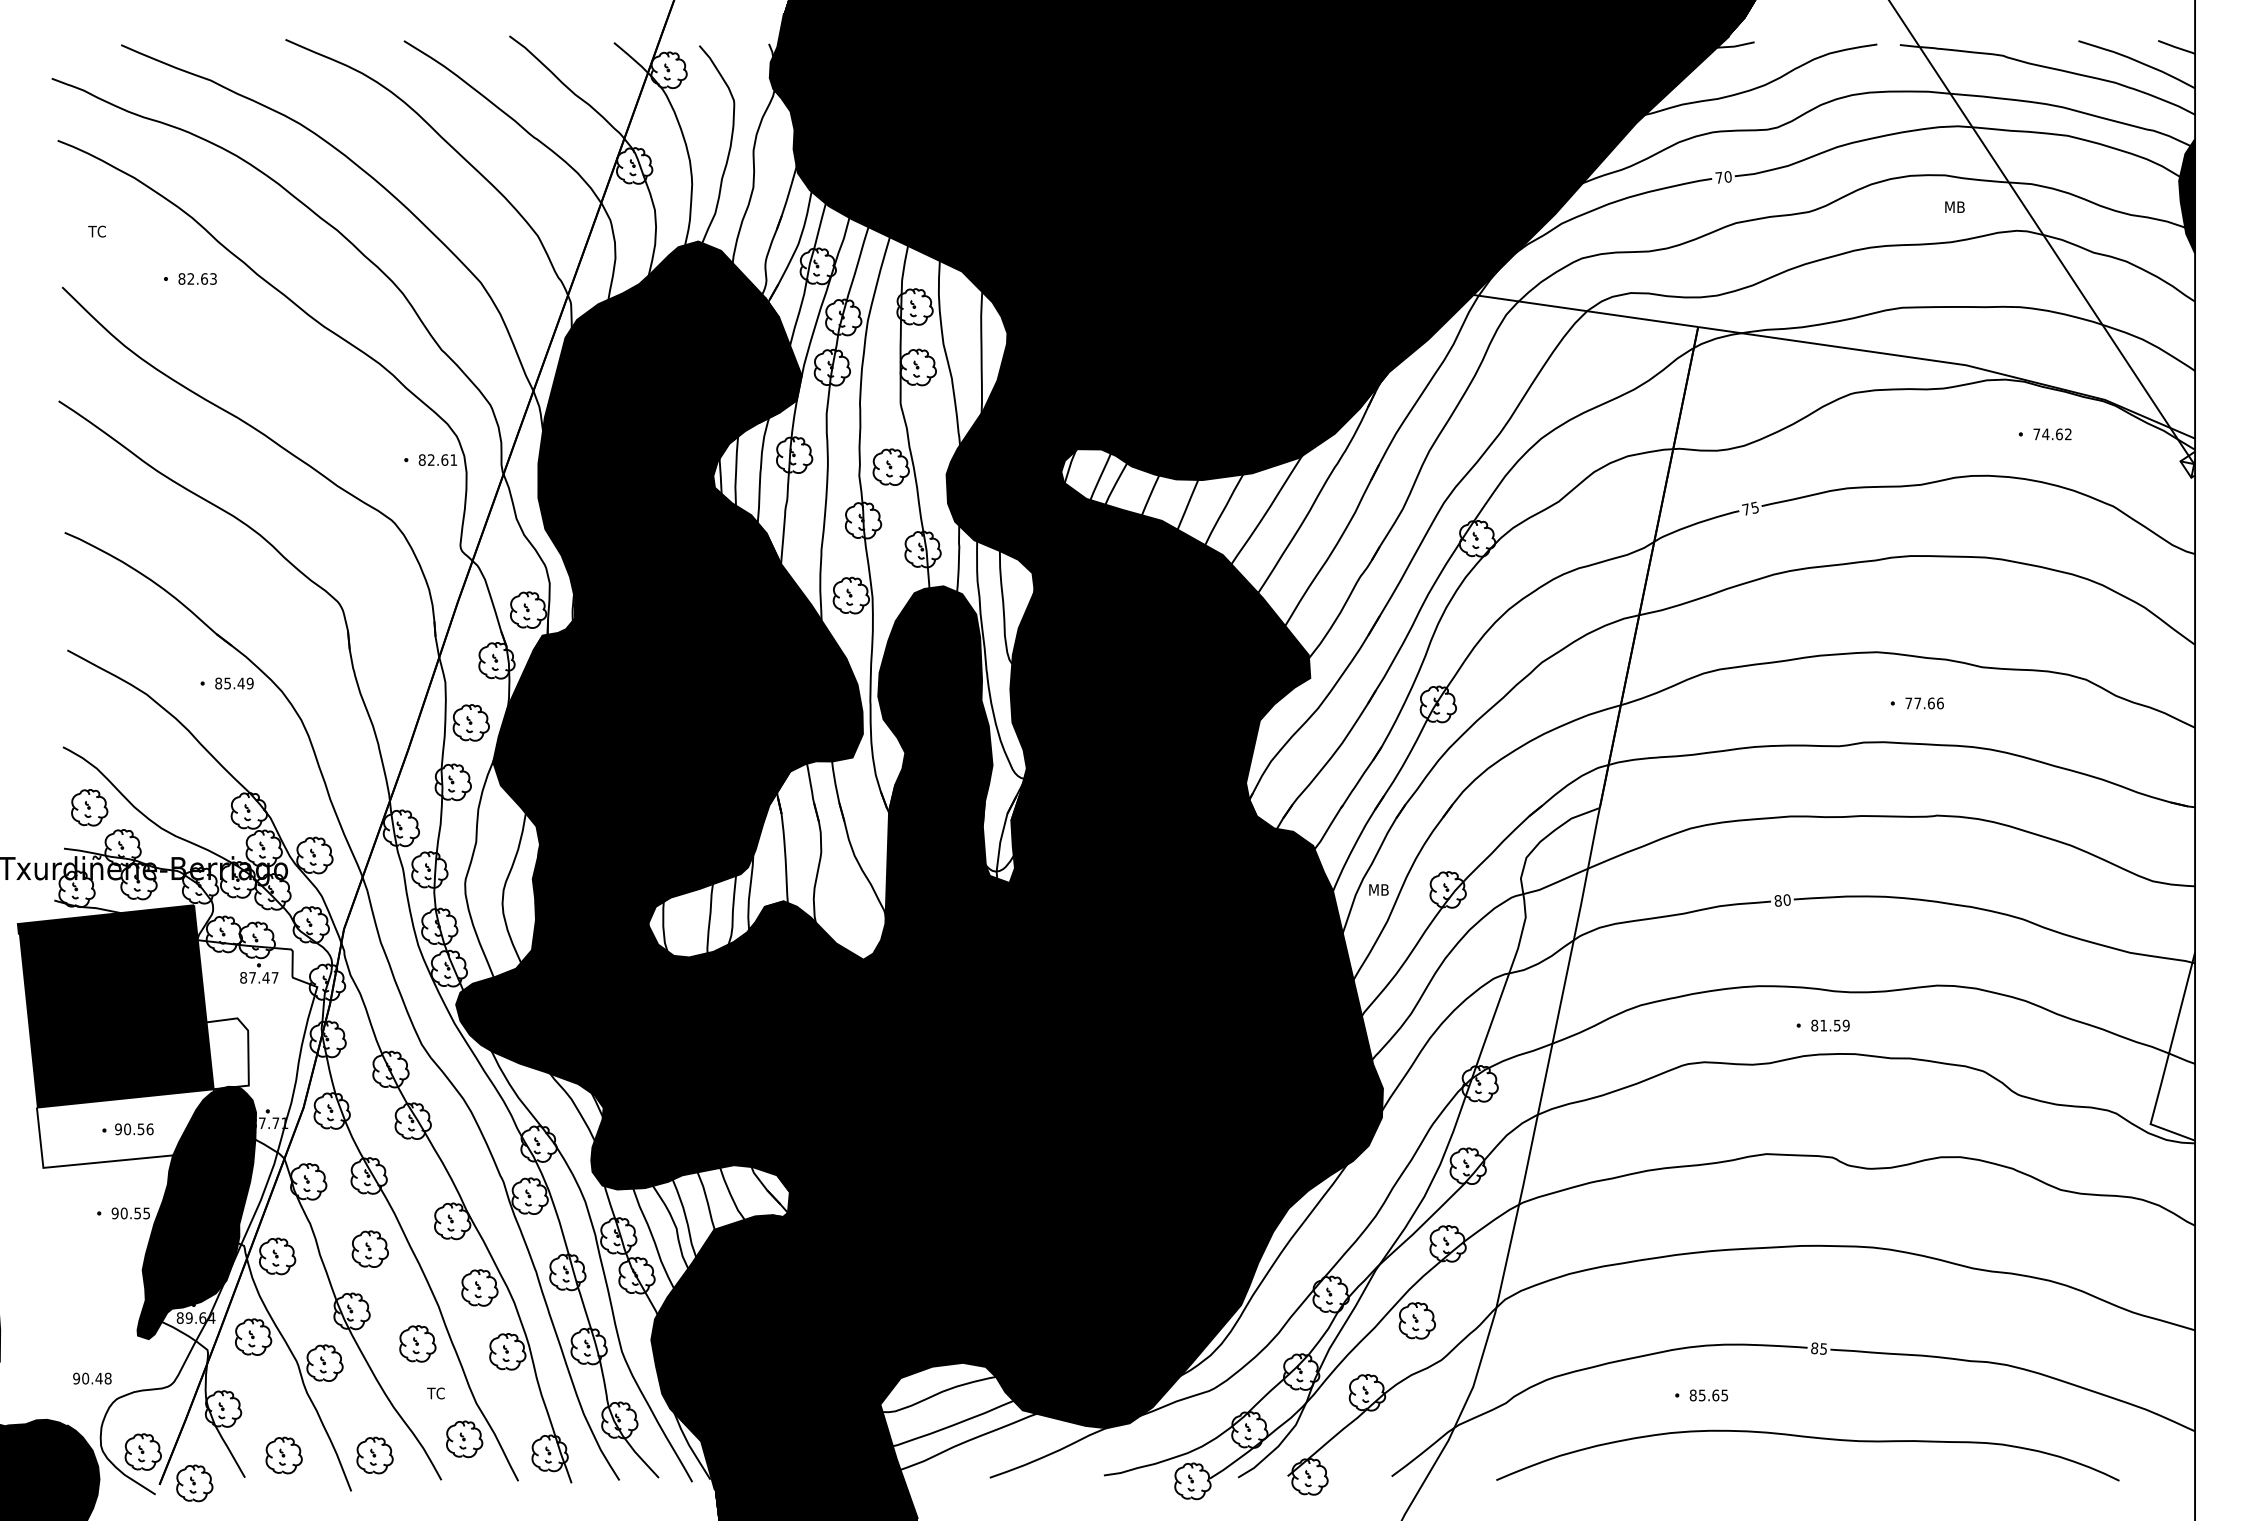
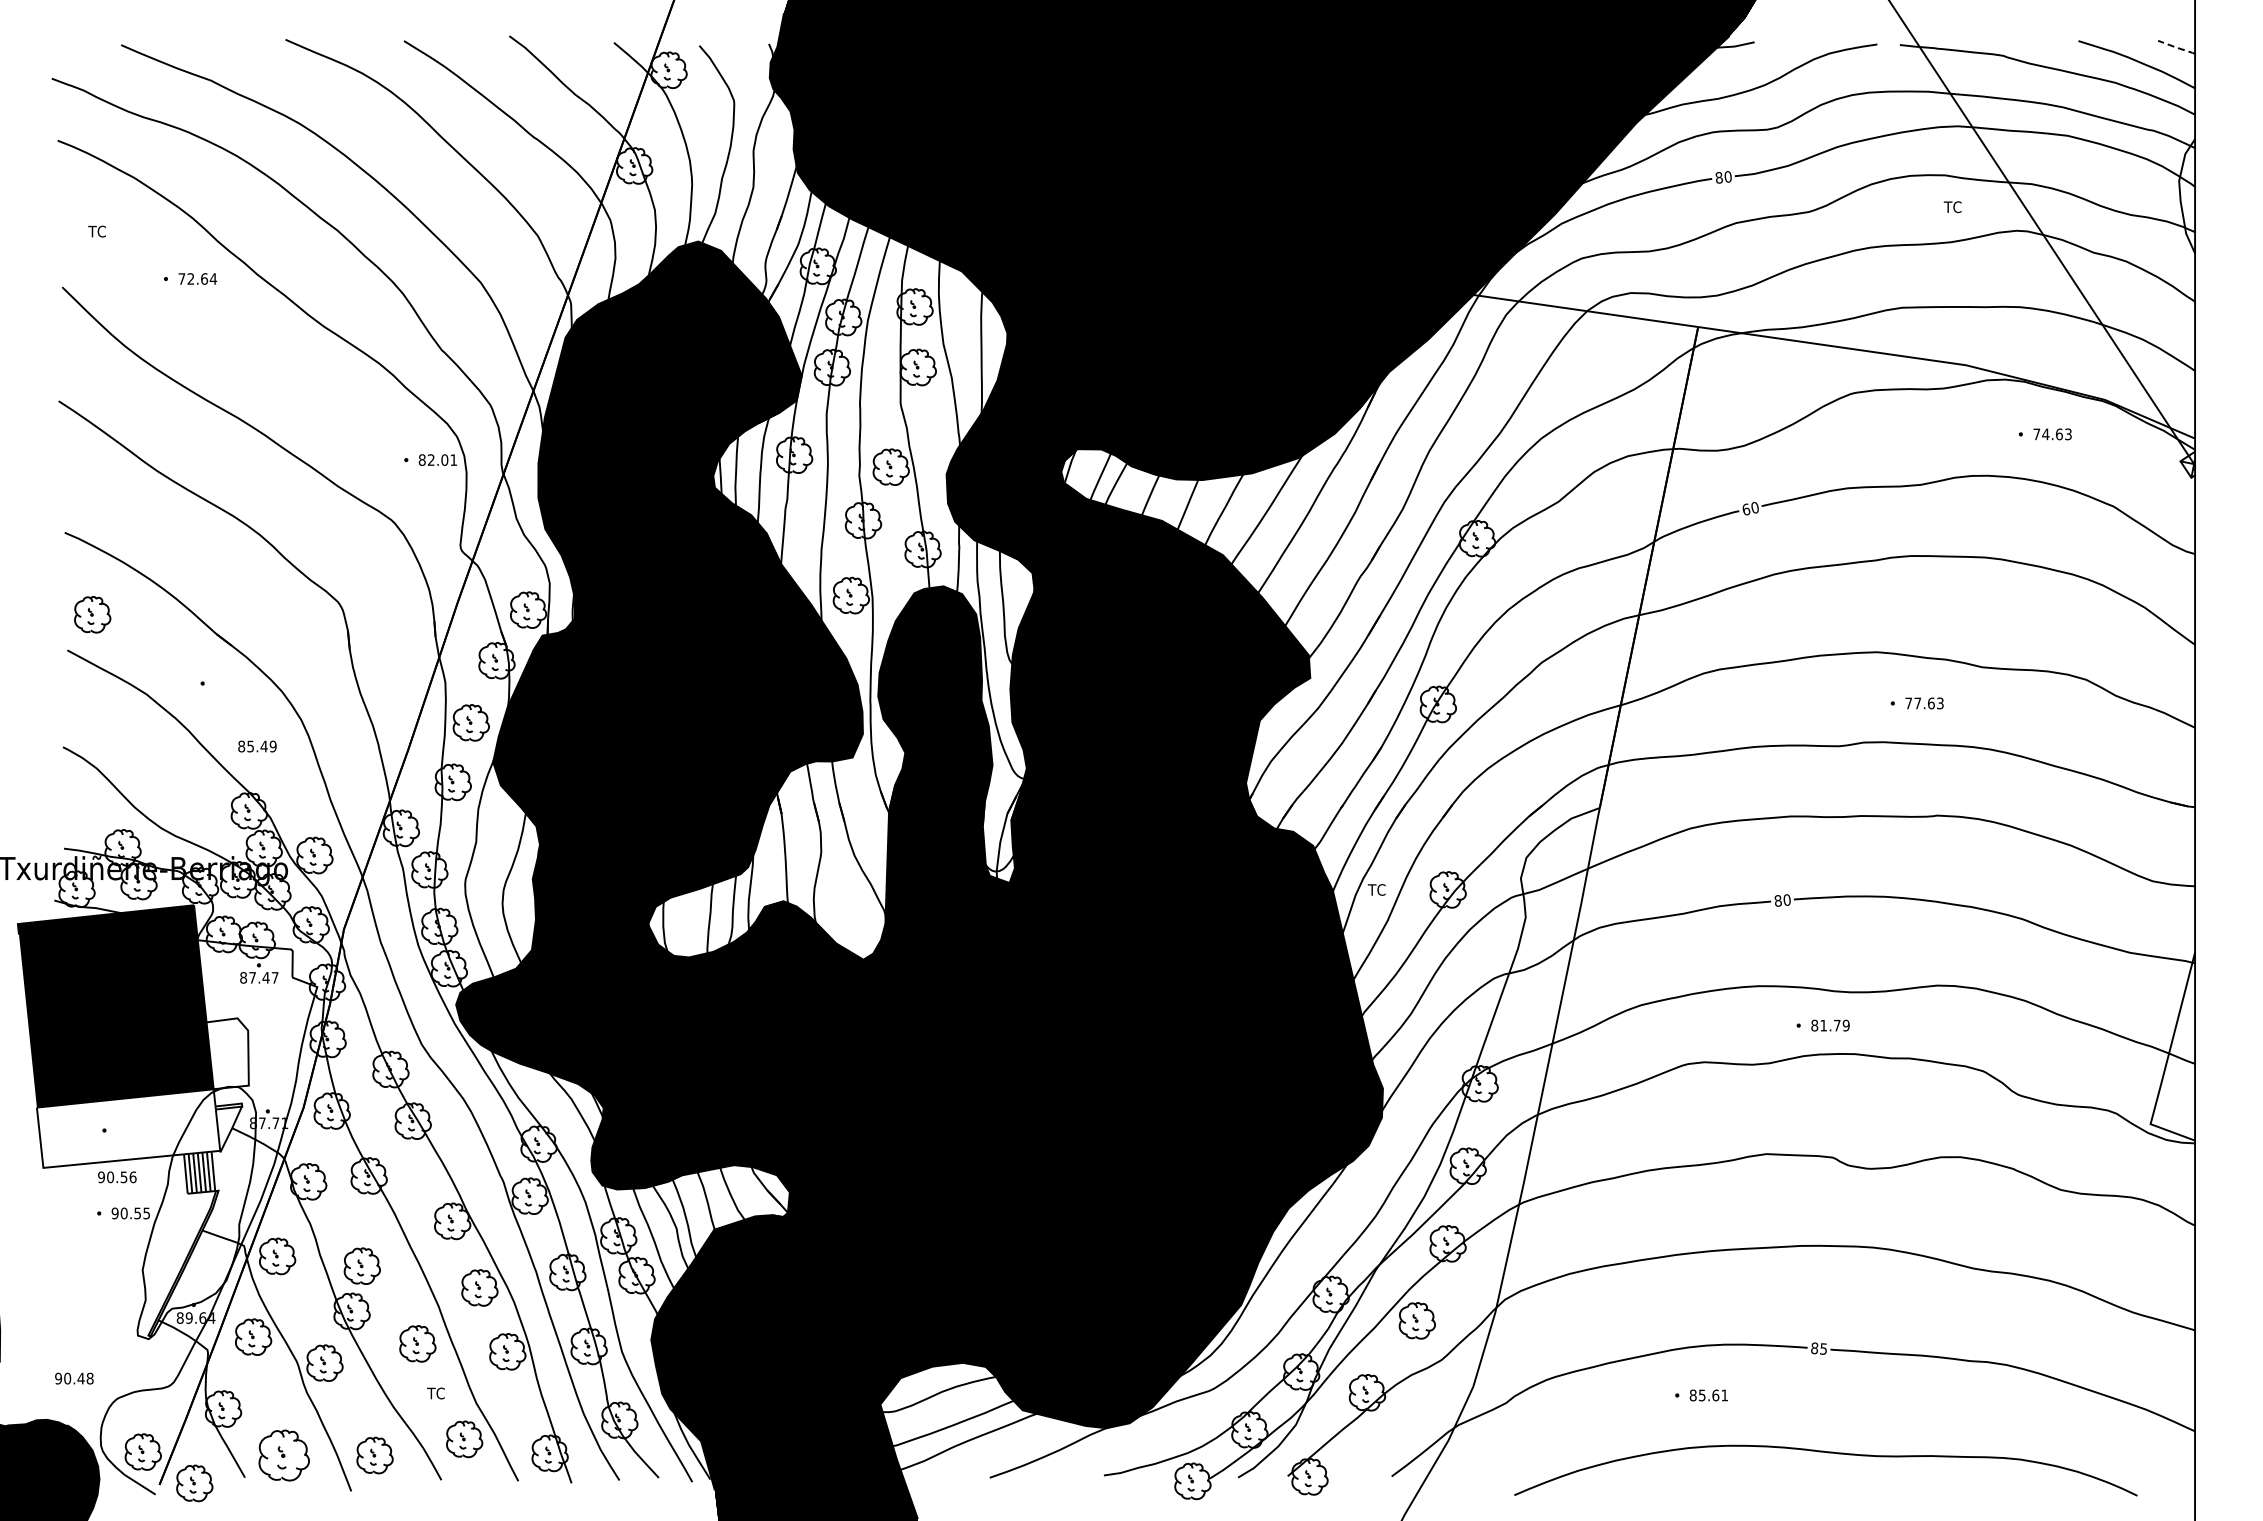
line at (2176, 47): solid -> dashed
text at (1718, 177): 70 -> 80
fill at (2187, 196): present -> none
text at (1953, 207): MB -> TC
text at (197, 278): 82.63 -> 72.64
text at (2068, 434): 74.62 -> 74.63
text at (444, 459): 82.61 -> 82.01
text at (1750, 508): 75 -> 60
text at (234, 683) position: (234, 683) -> (257, 746)
text at (1940, 703): 77.66 -> 77.63
part at (89, 807) position: (89, 807) -> (92, 614)
text at (1377, 889): MB -> TC
text at (1836, 1025): 81.59 -> 81.79
text at (134, 1129) position: (134, 1129) -> (117, 1177)
fill at (196, 1212): present -> none
part at (369, 1248) position: (369, 1248) -> (361, 1265)
text at (92, 1378) position: (92, 1378) -> (74, 1378)
text at (1724, 1395): 85.65 -> 85.61
curve at (1809, 1438) position: (1809, 1438) -> (1827, 1453)
part at (283, 1455) size: 38x39 px -> 52x53 px
